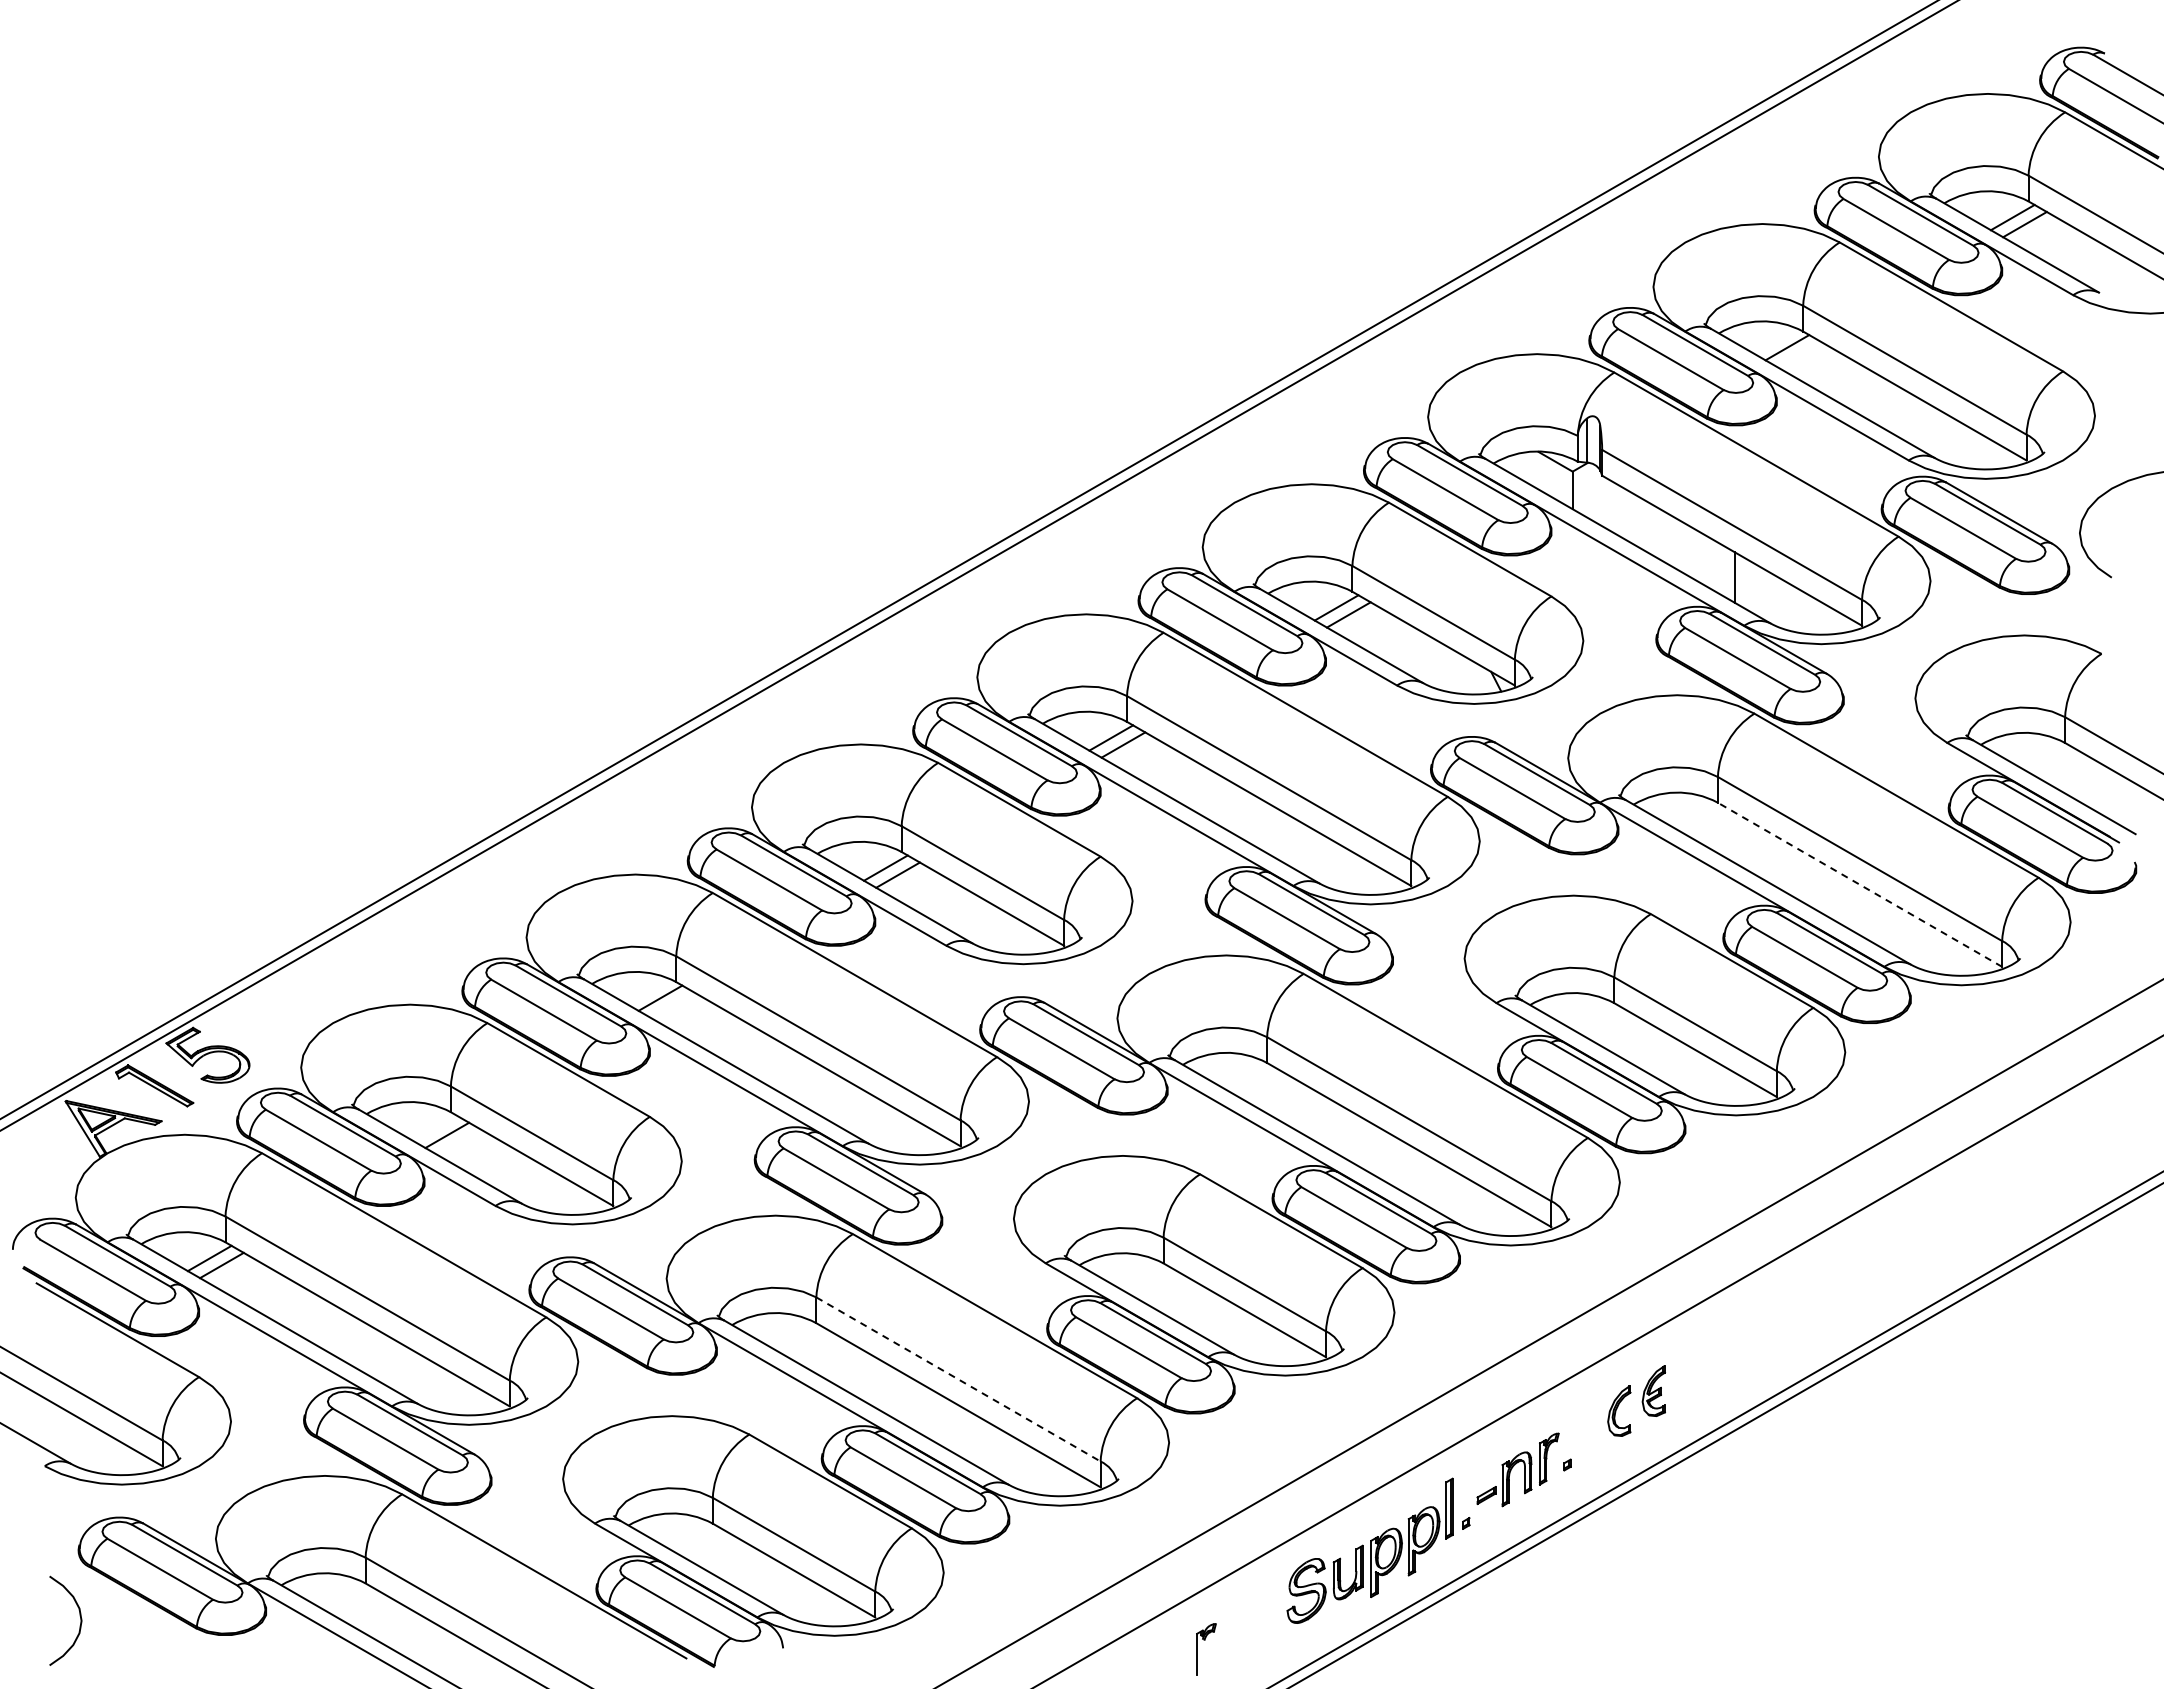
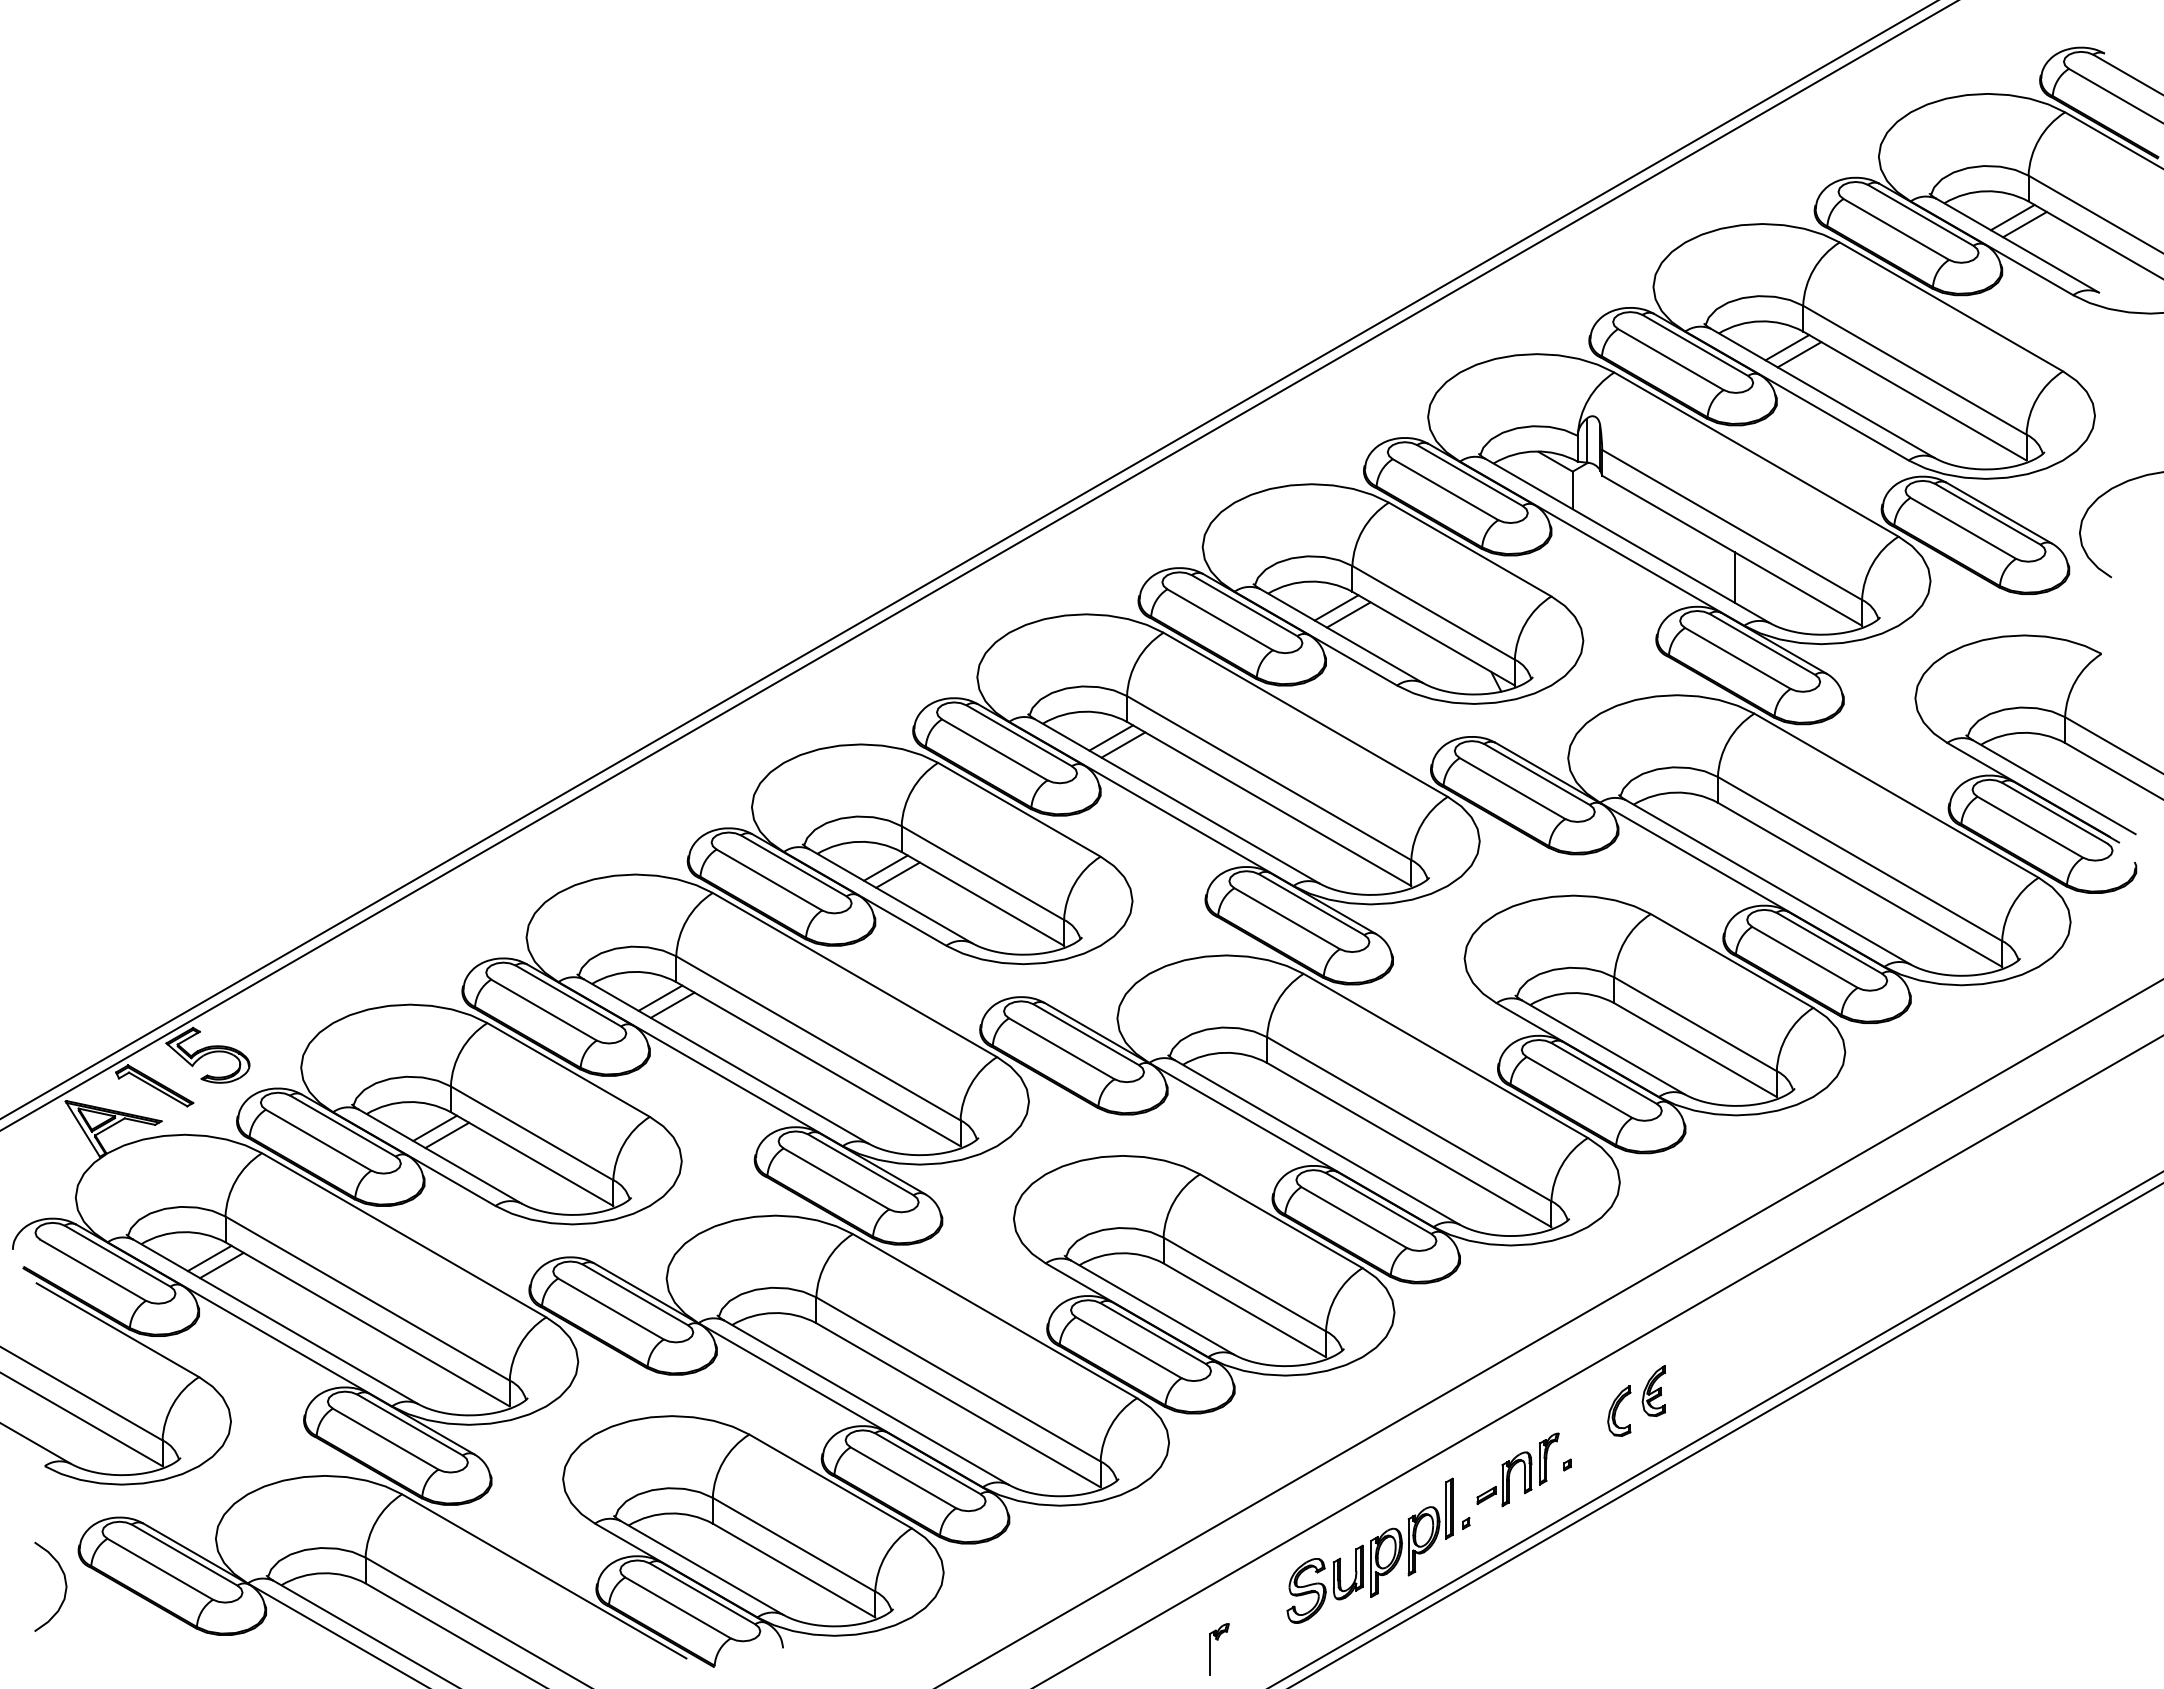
line at (1799, 354): none -> present
line at (1859, 884): dashed -> solid
line at (672, 1004): none -> present
line at (434, 1127): none -> present
line at (958, 1379): dashed -> solid
curve at (79, 1616) position: (79, 1616) -> (64, 1582)
part at (1197, 1649) position: (1197, 1649) -> (1210, 1649)
